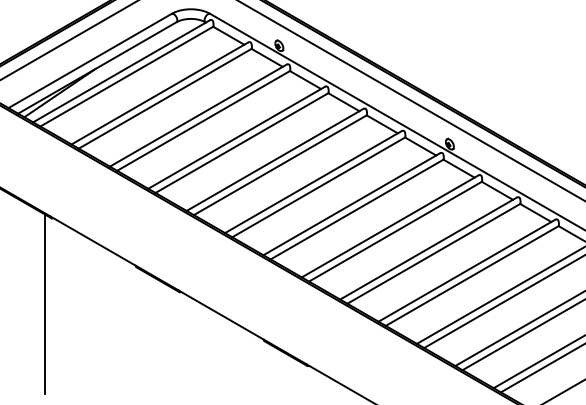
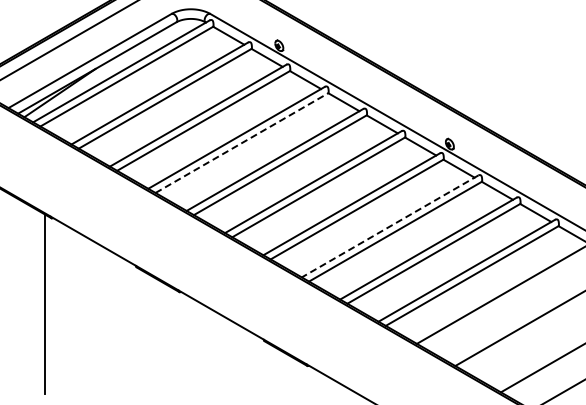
line at (411, 100): present -> none
line at (242, 143): solid -> dashed
line at (390, 226): solid -> dashed
line at (503, 302): present -> none
line at (522, 335): present -> none
line at (537, 362): present -> none
